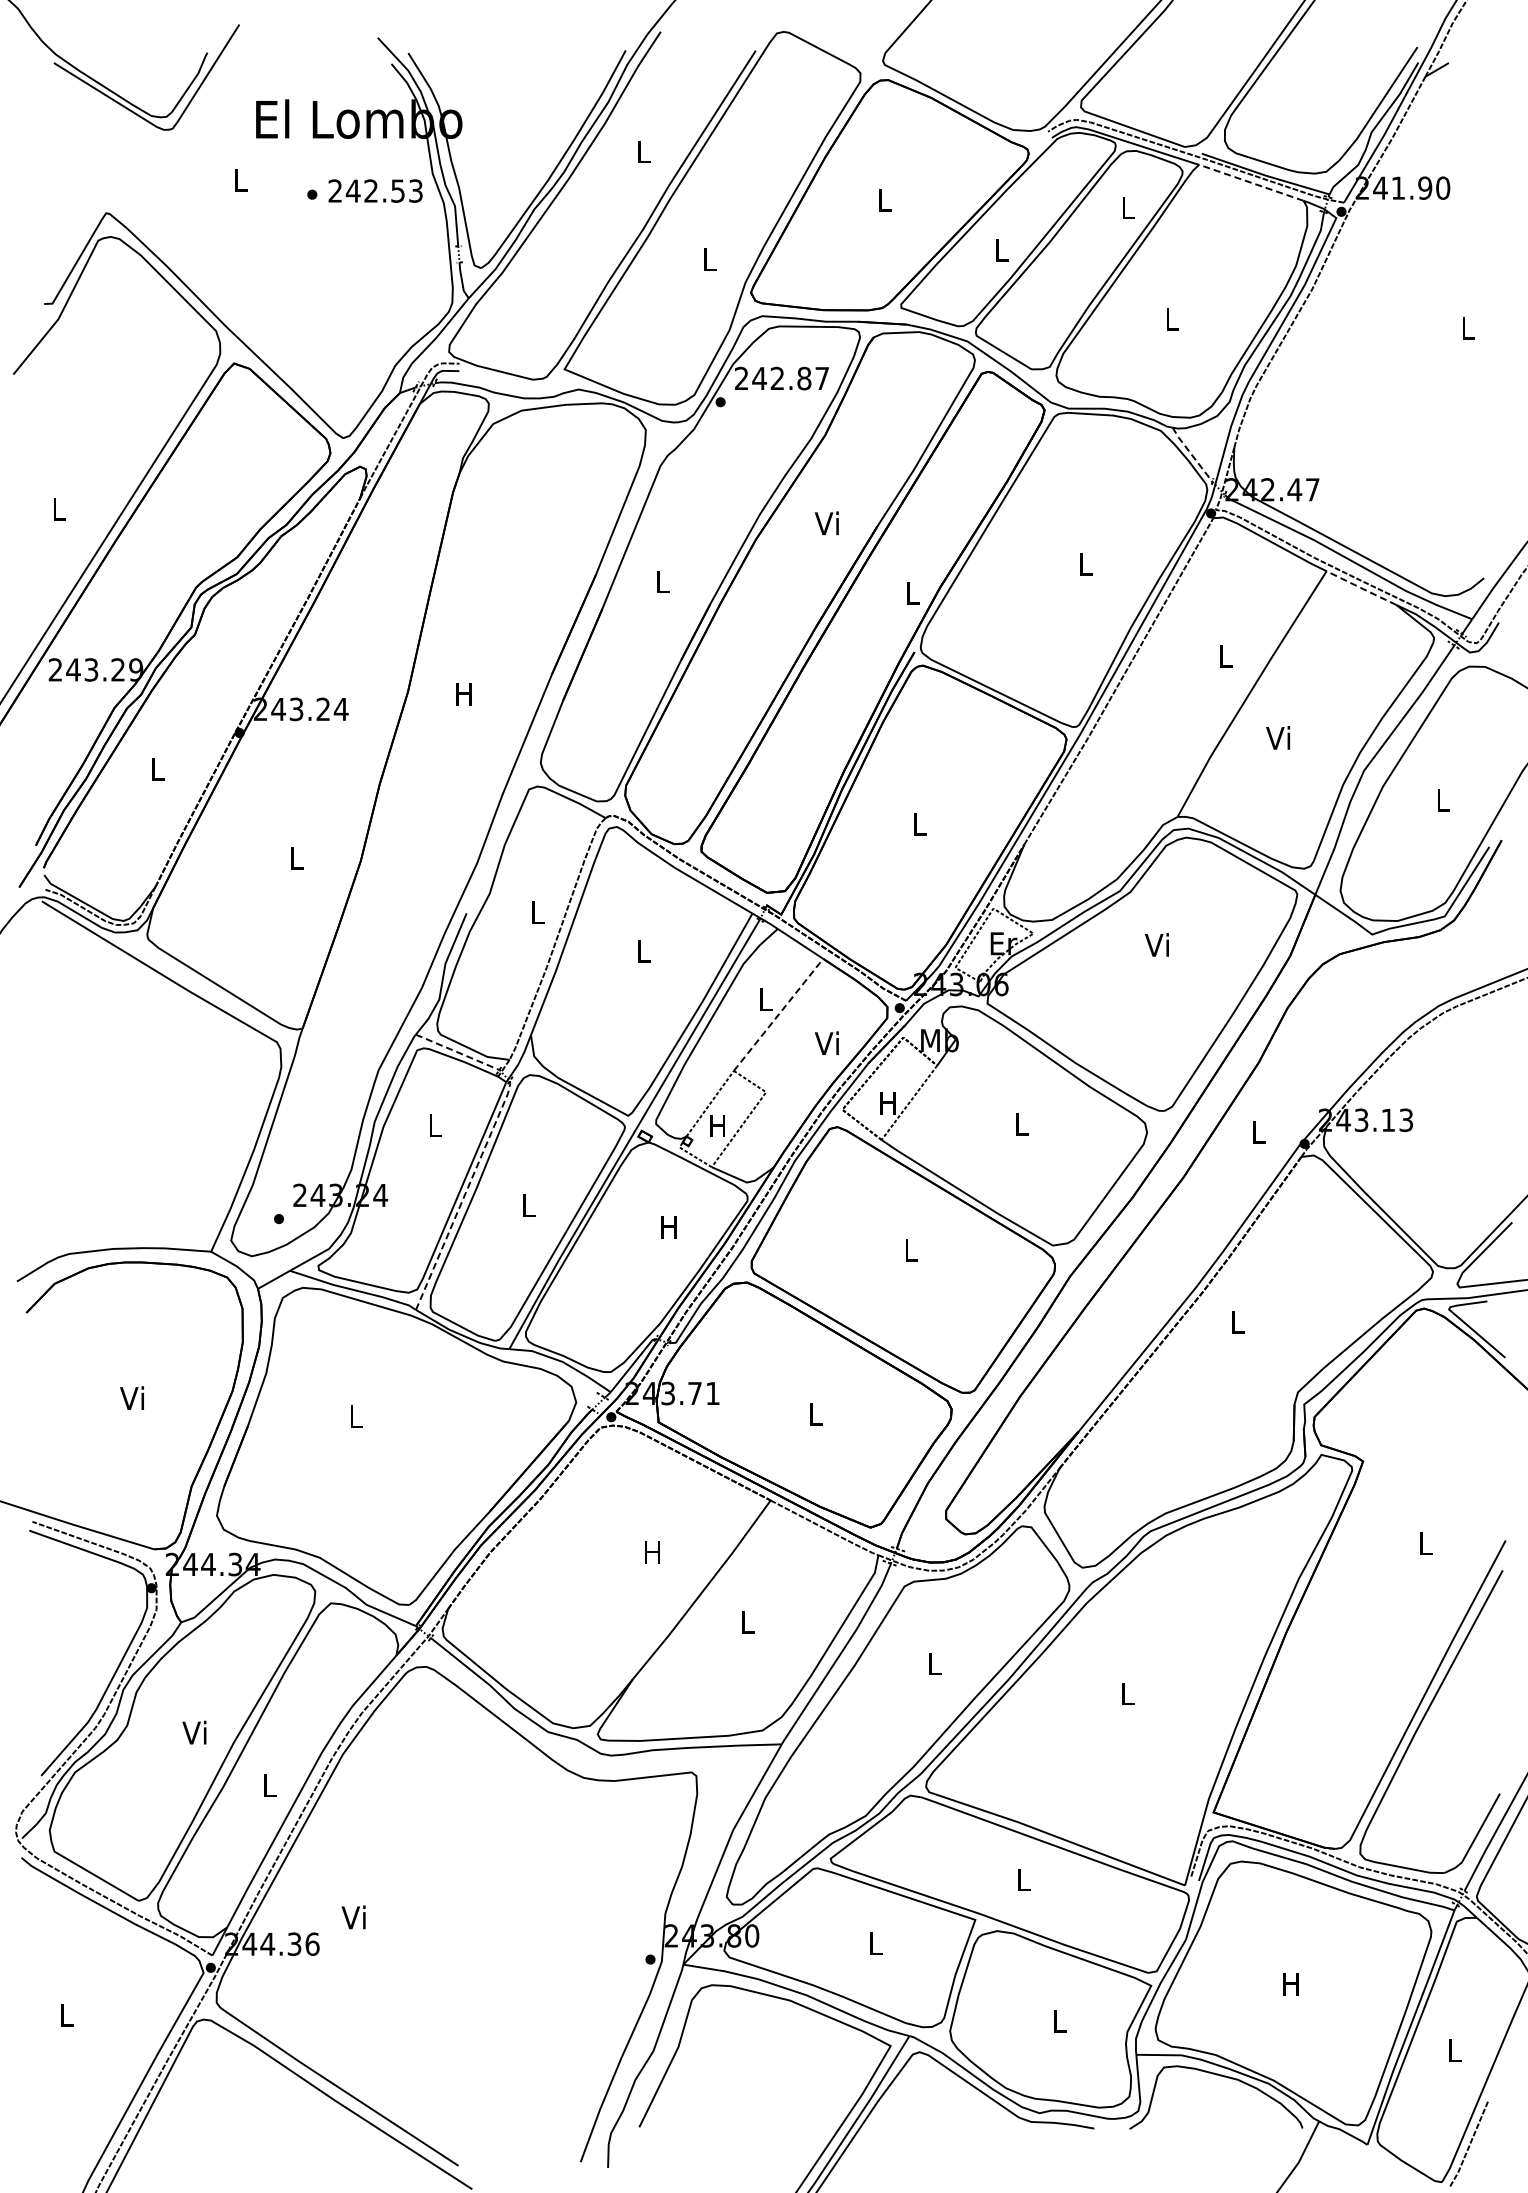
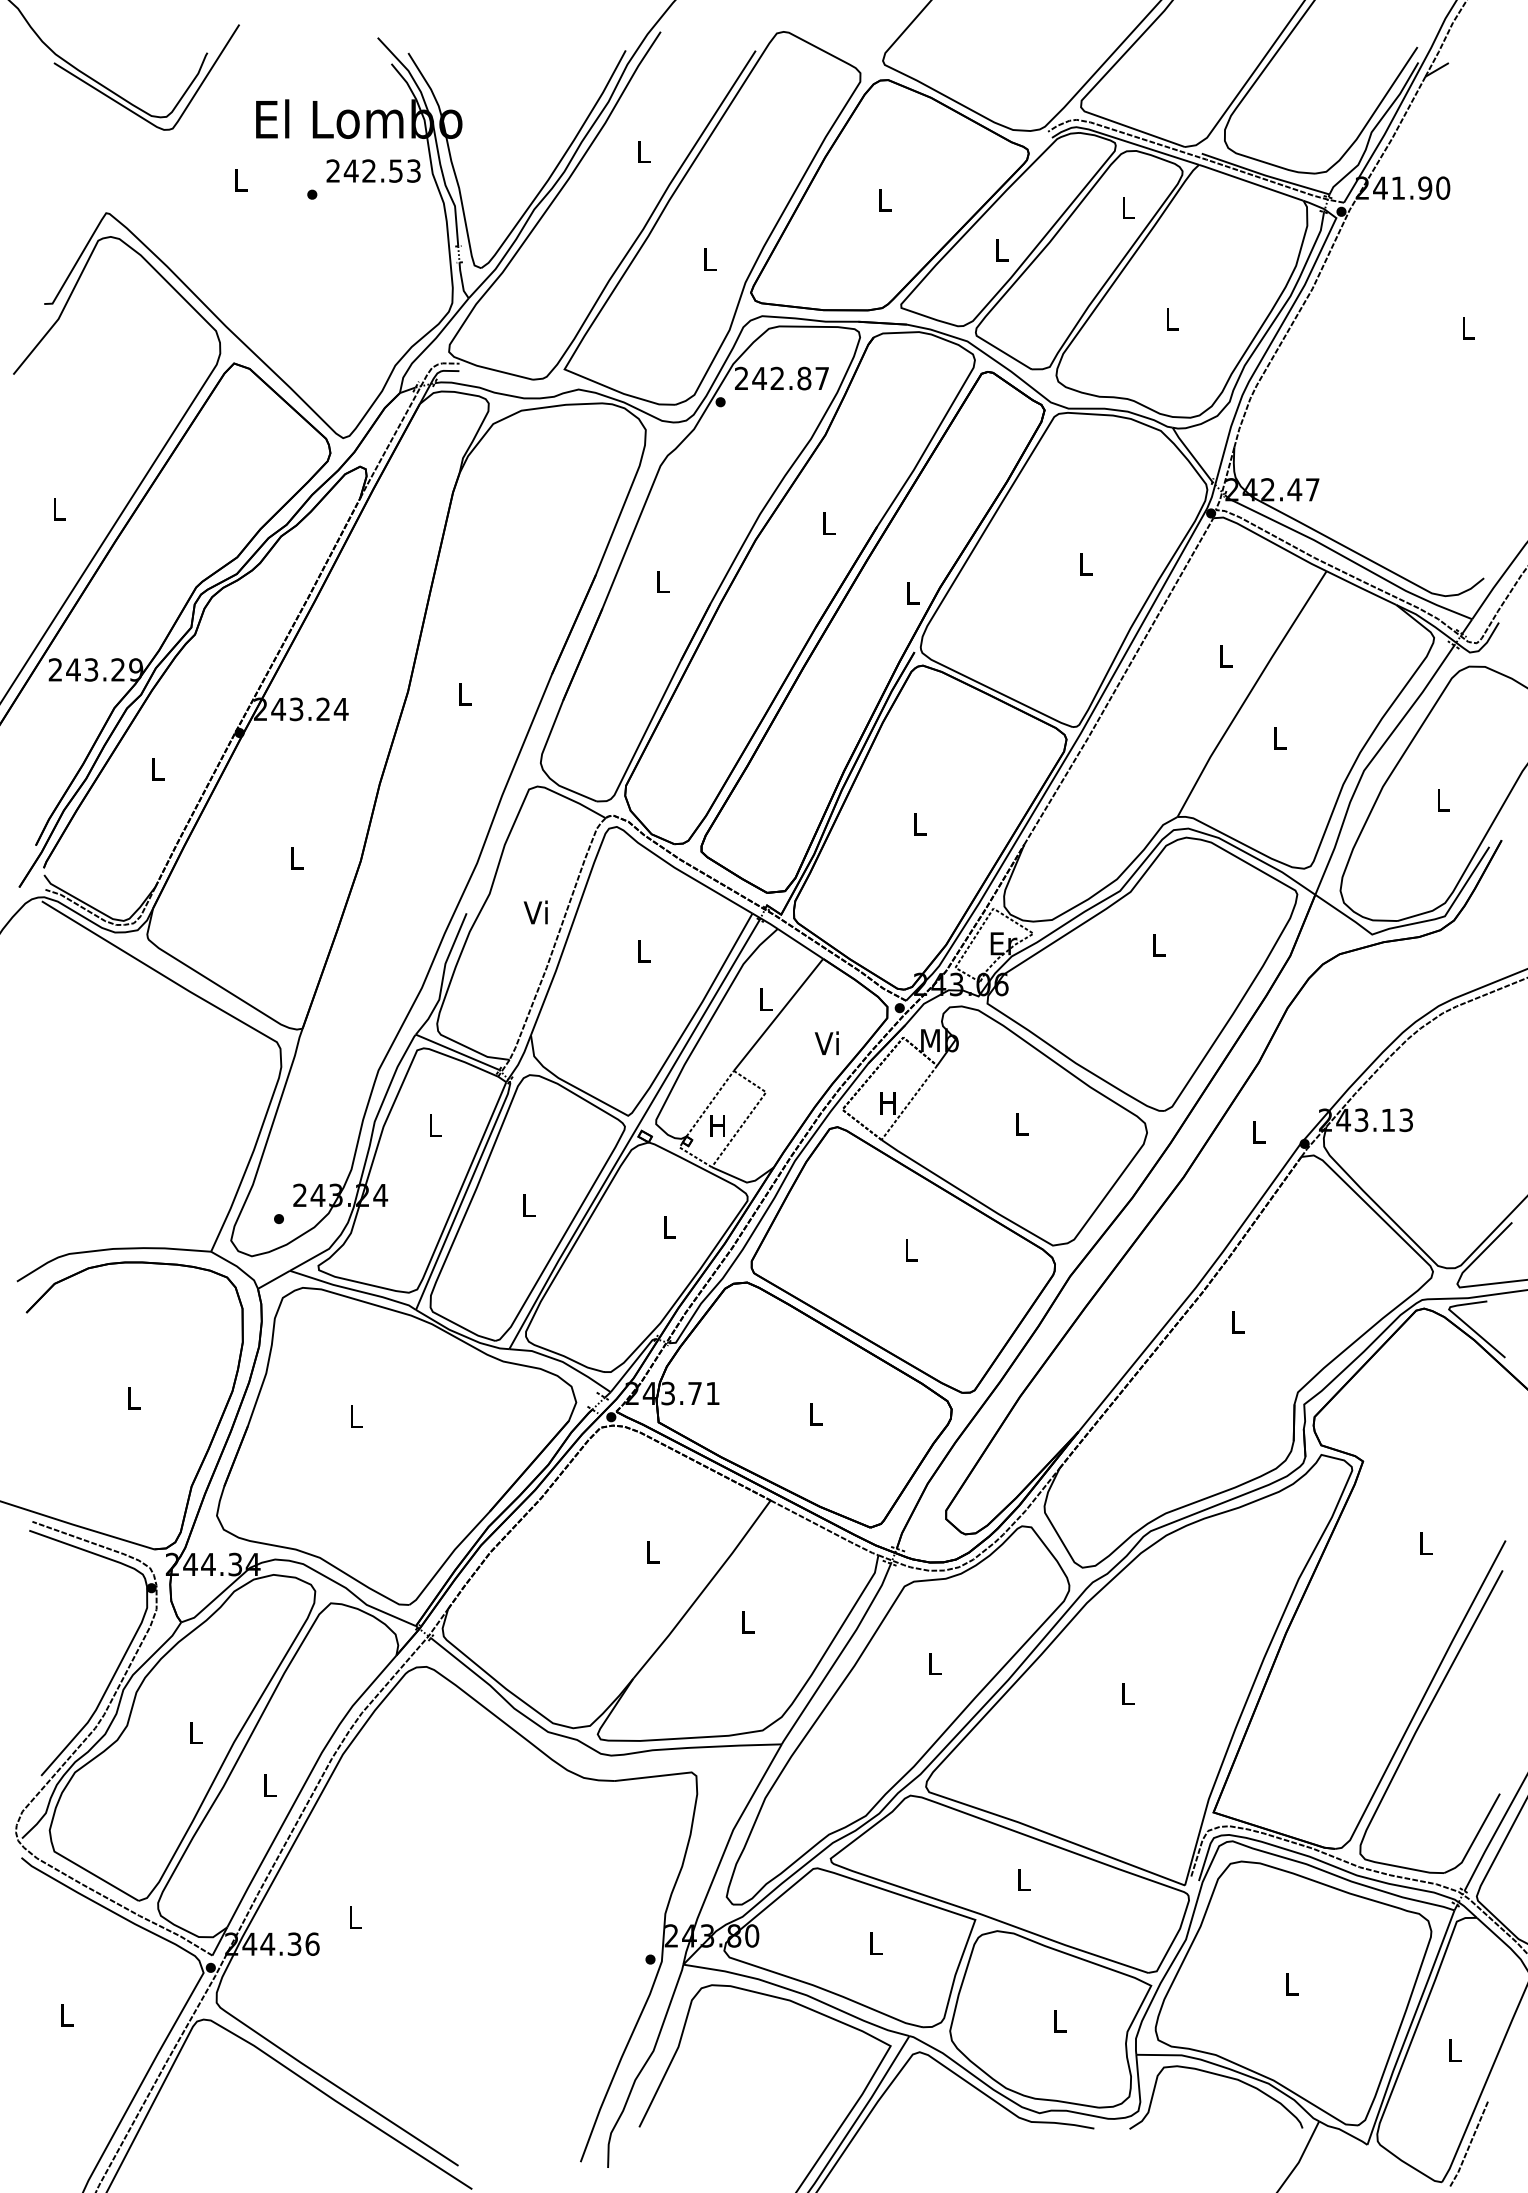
line at (1250, 182): dashed -> solid
text at (375, 190) position: (375, 190) -> (373, 170)
line at (1192, 455): dashed -> solid
text at (826, 523): Vi -> L
line at (1360, 587): dashed -> solid
text at (463, 694): H -> L
text at (1278, 737): Vi -> L
text at (535, 912): L -> Vi
text at (1156, 944): Vi -> L
line at (778, 1014): dashed -> solid
line at (458, 1052): dashed -> solid
line at (465, 1194): dashed -> solid
text at (668, 1227): H -> L
text at (131, 1397): Vi -> L
text at (652, 1552): H -> L
text at (194, 1732): Vi -> L
text at (353, 1917): Vi -> L
text at (1290, 1984): H -> L
